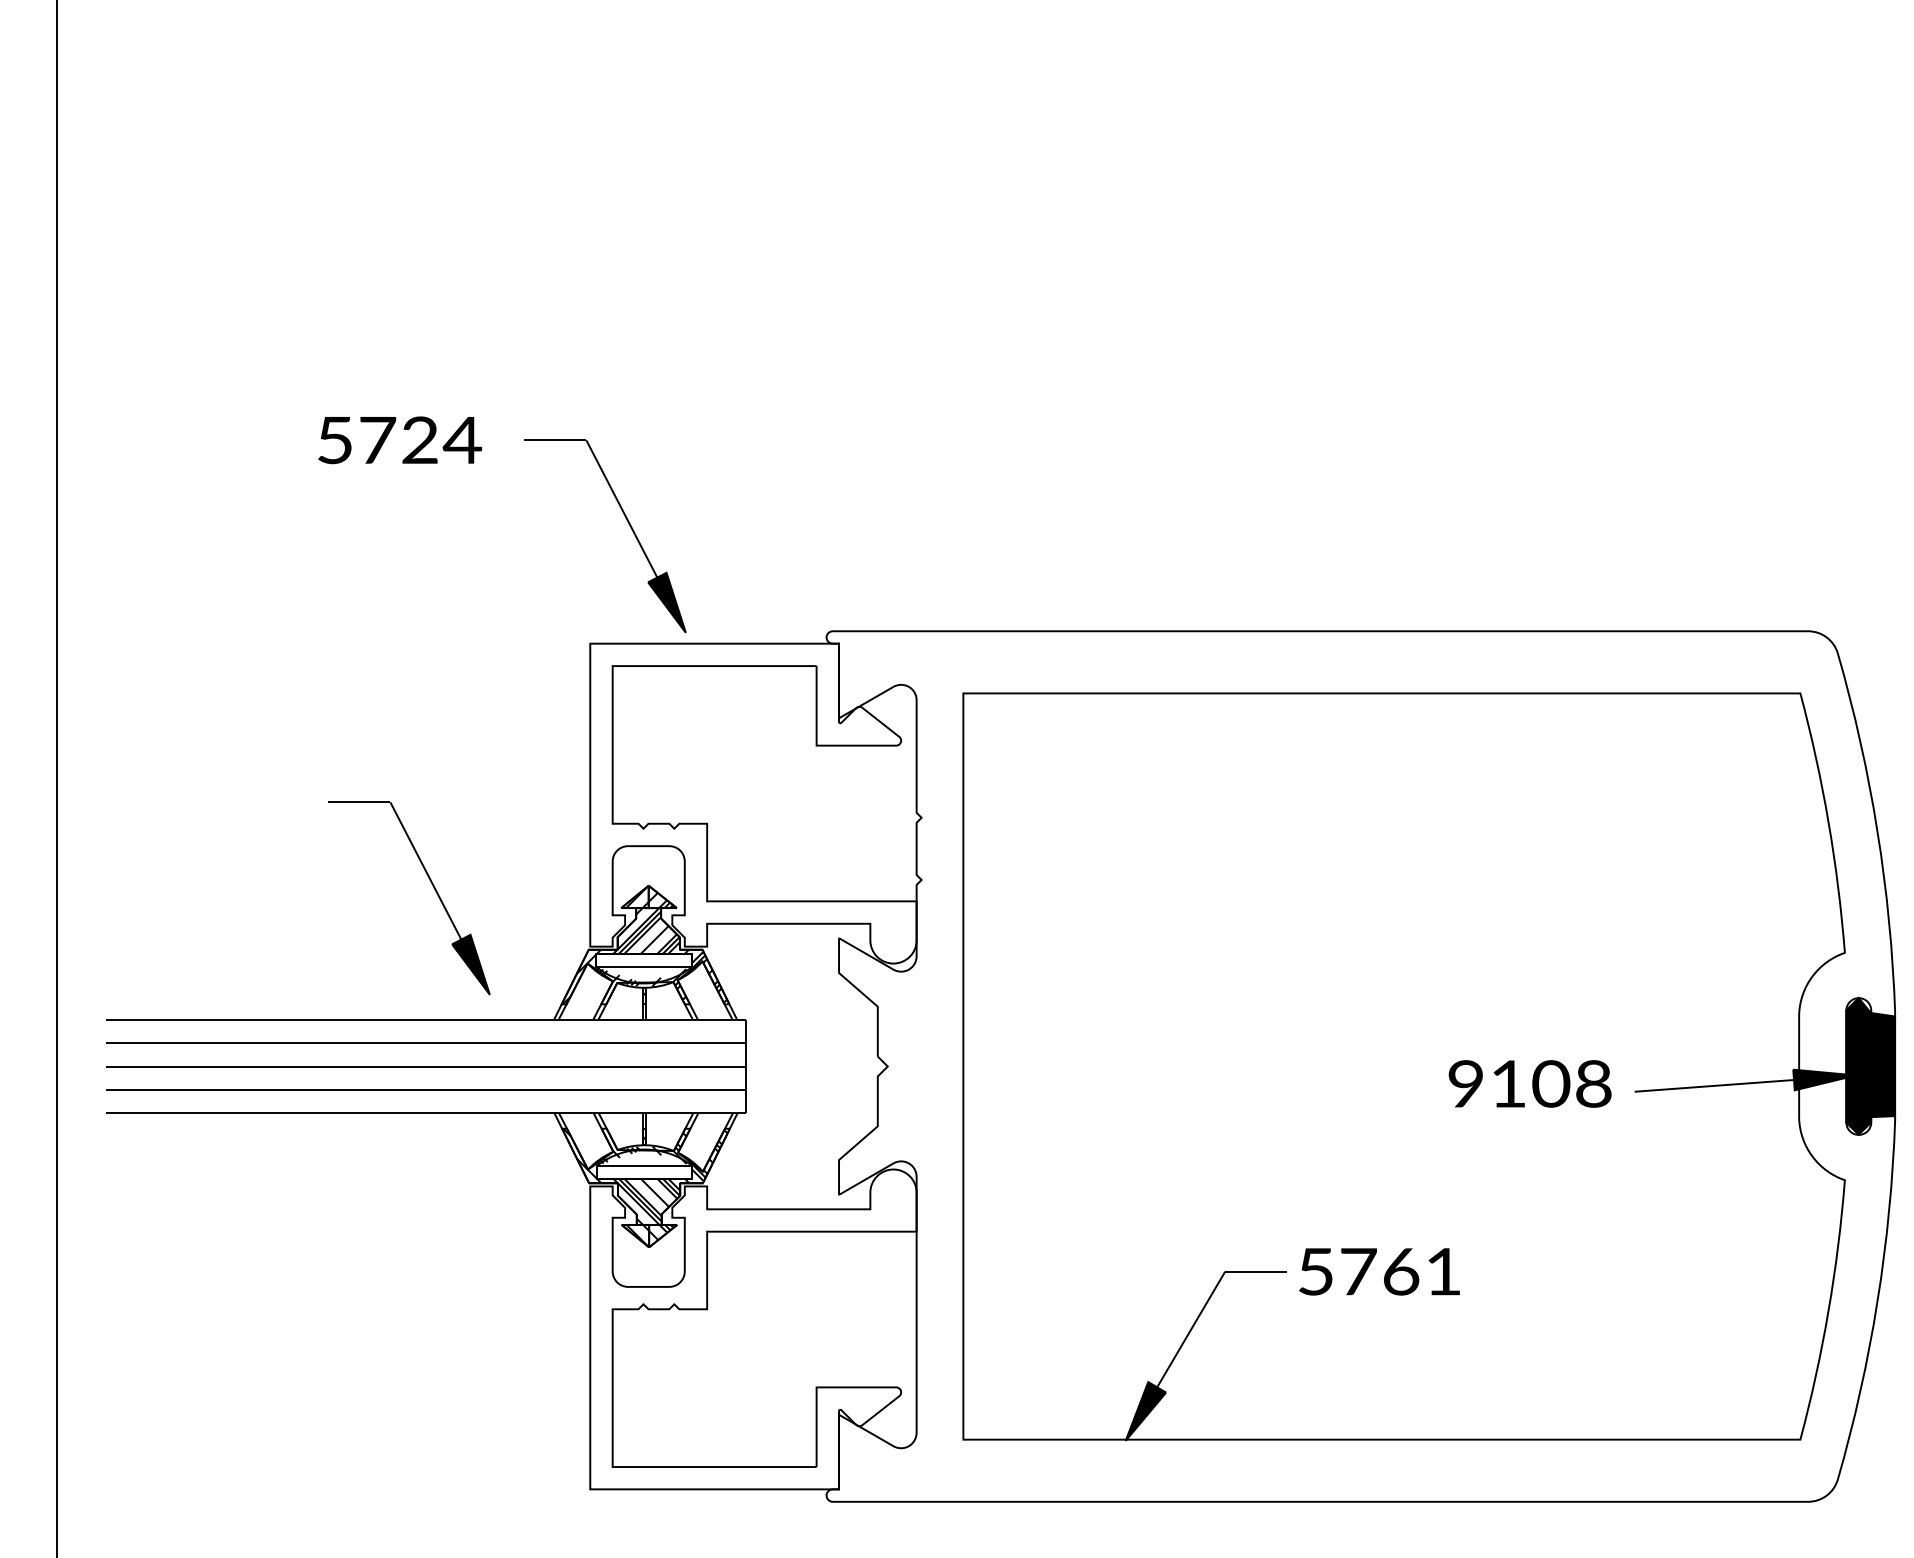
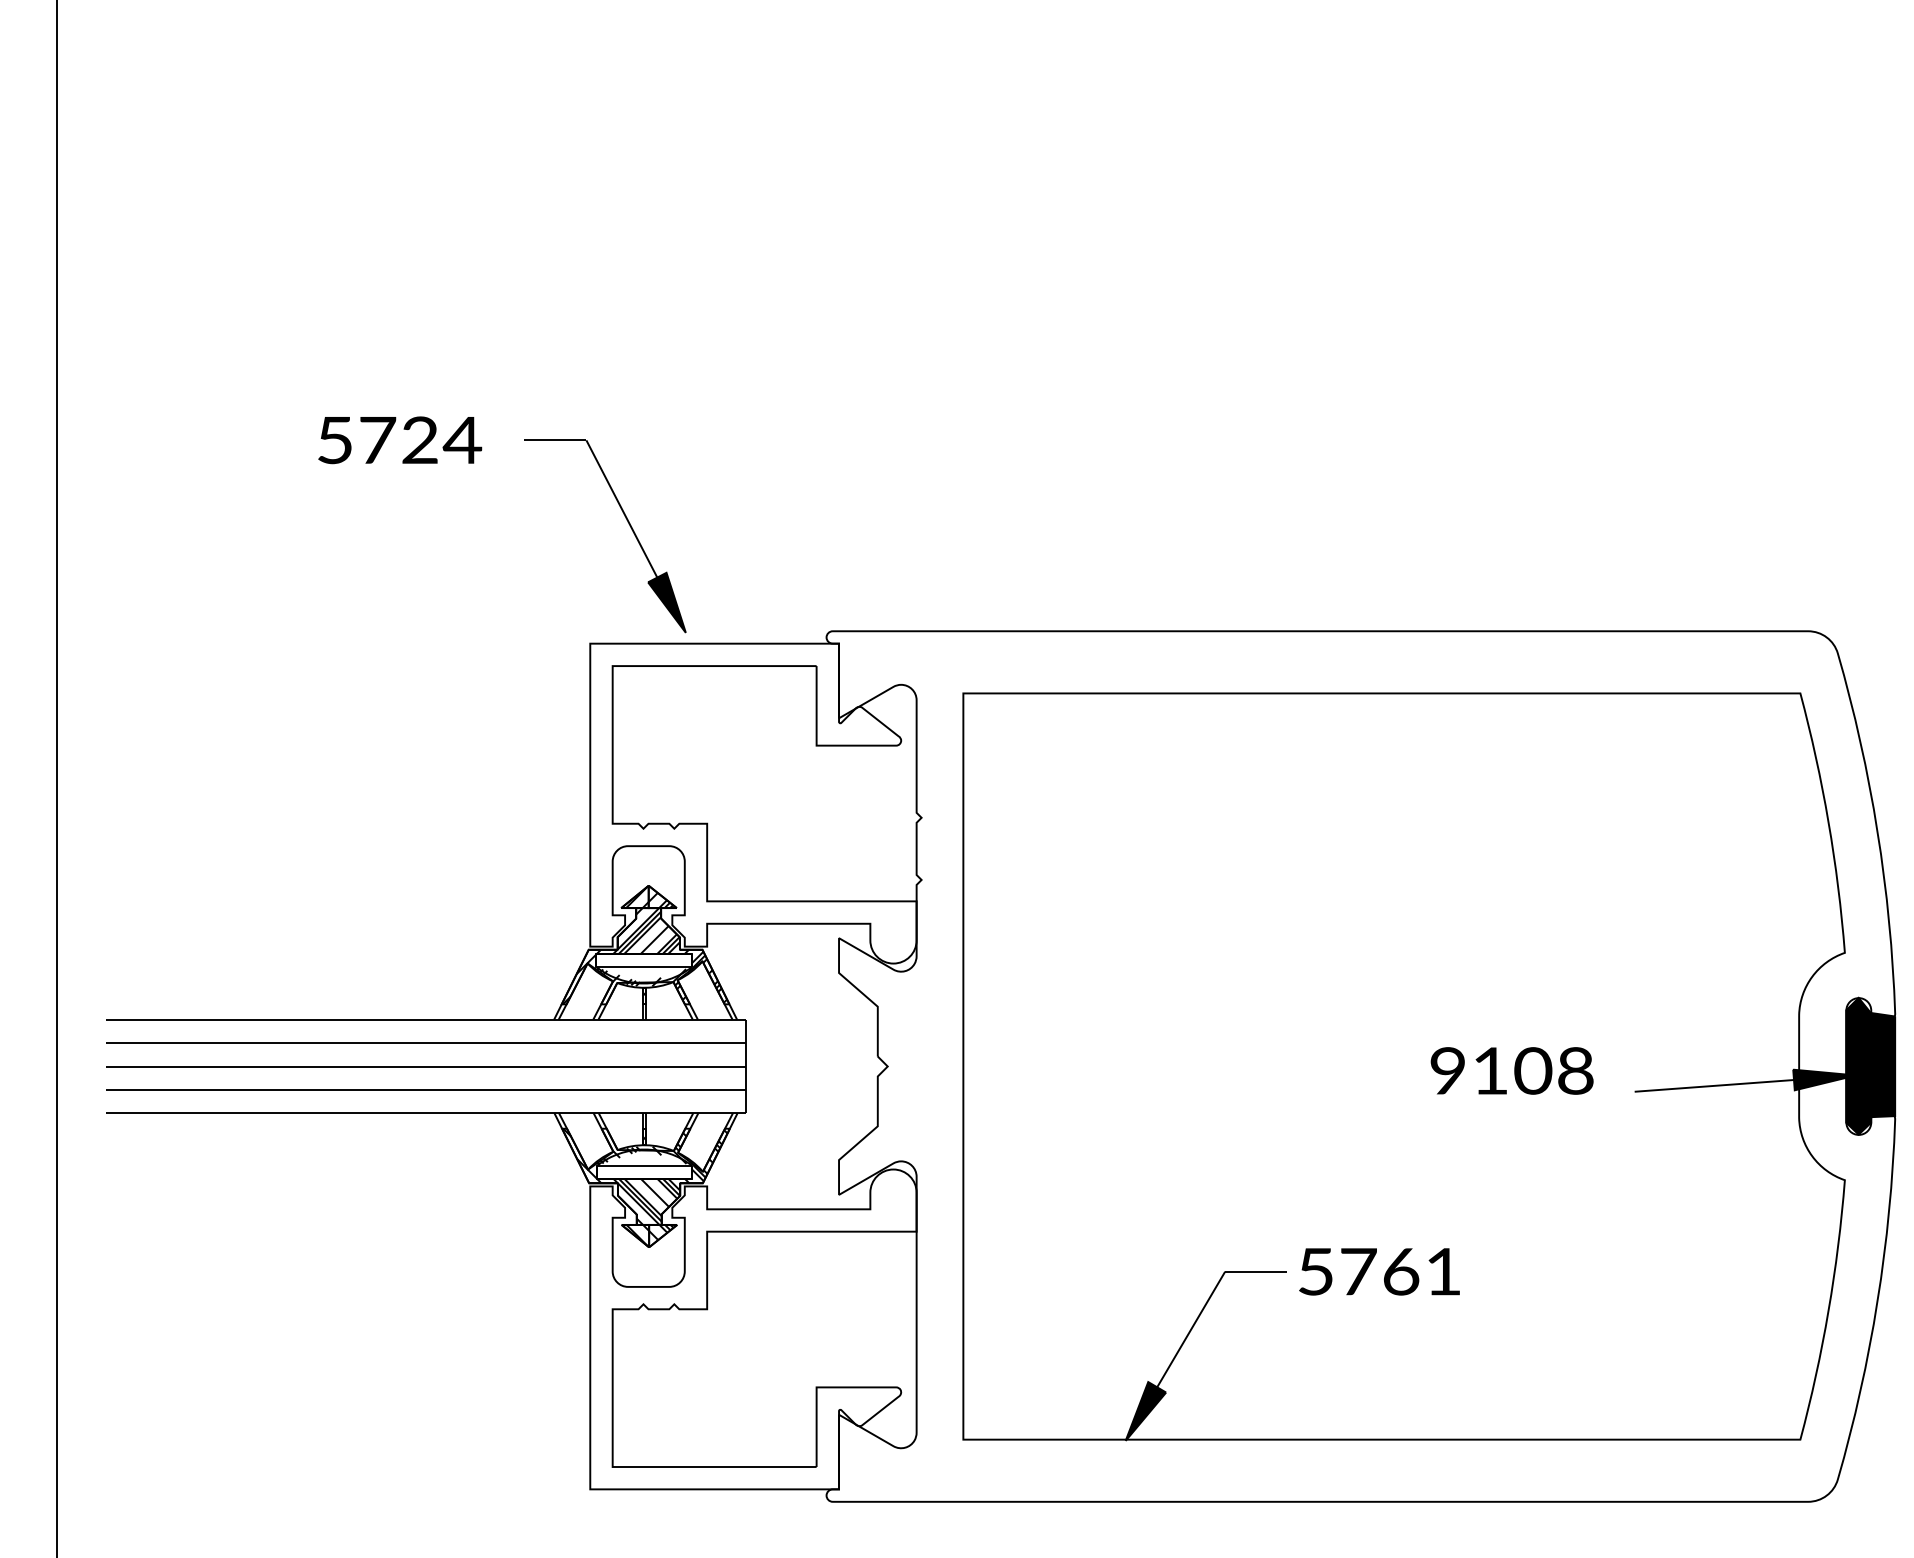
part at (432, 886): present -> none
text at (1529, 1083) position: (1529, 1083) -> (1511, 1070)
